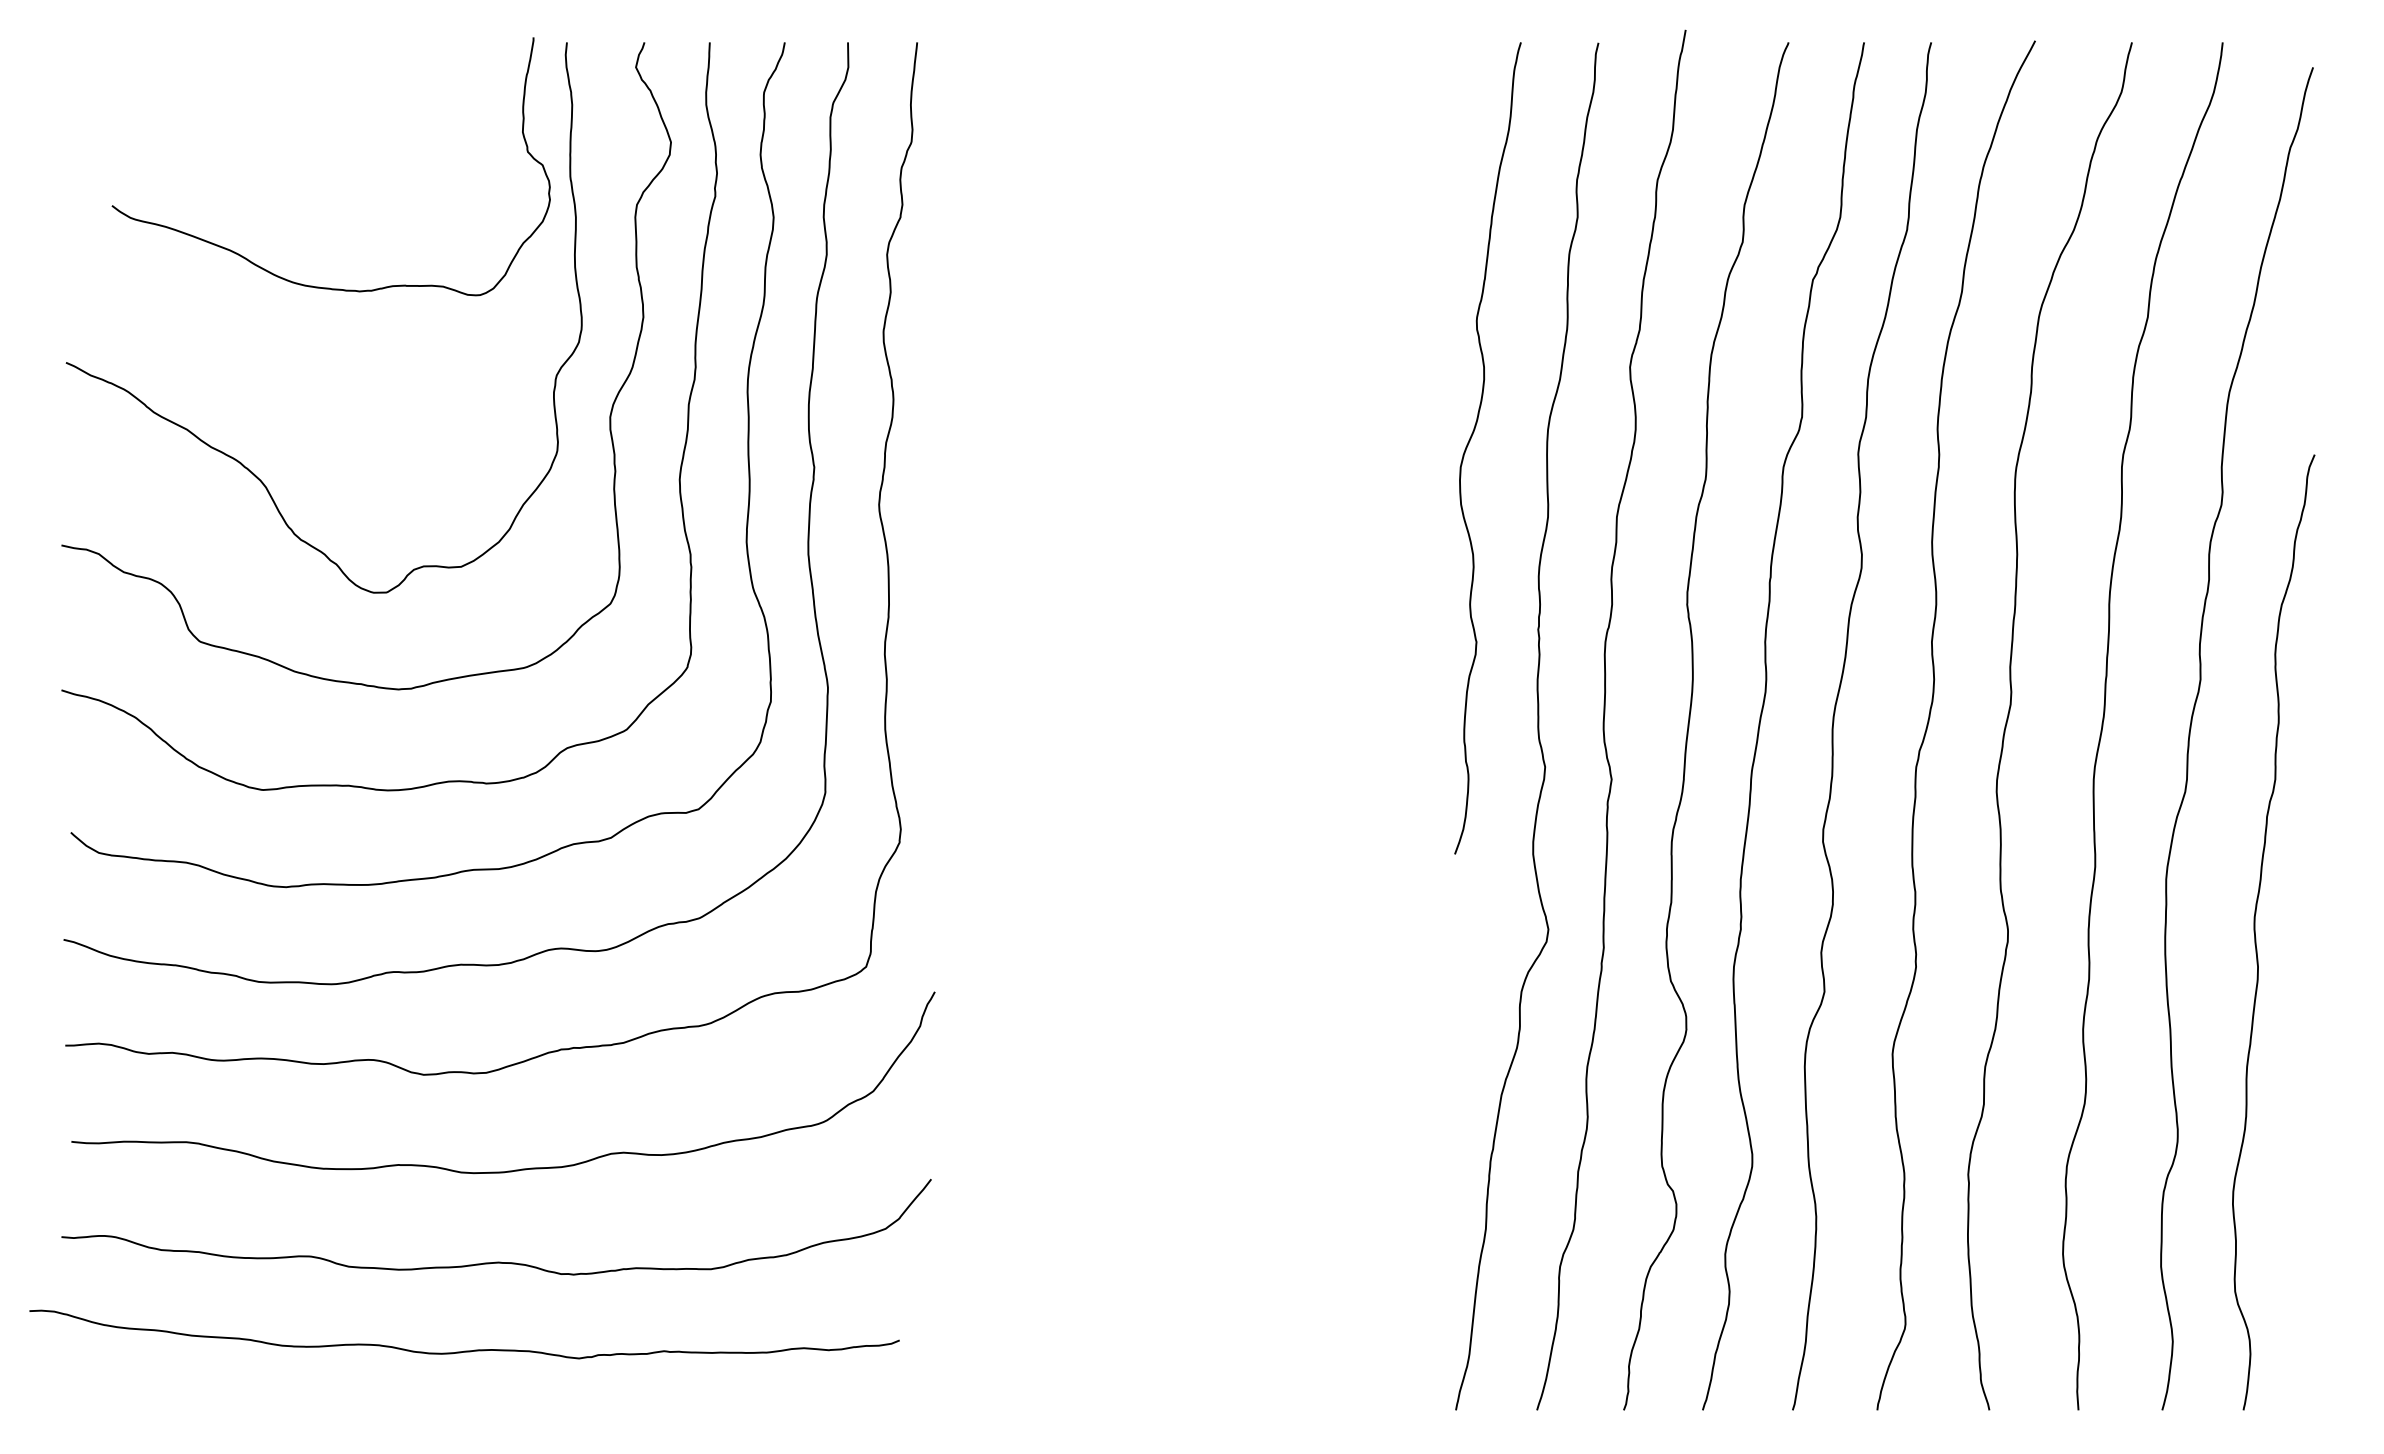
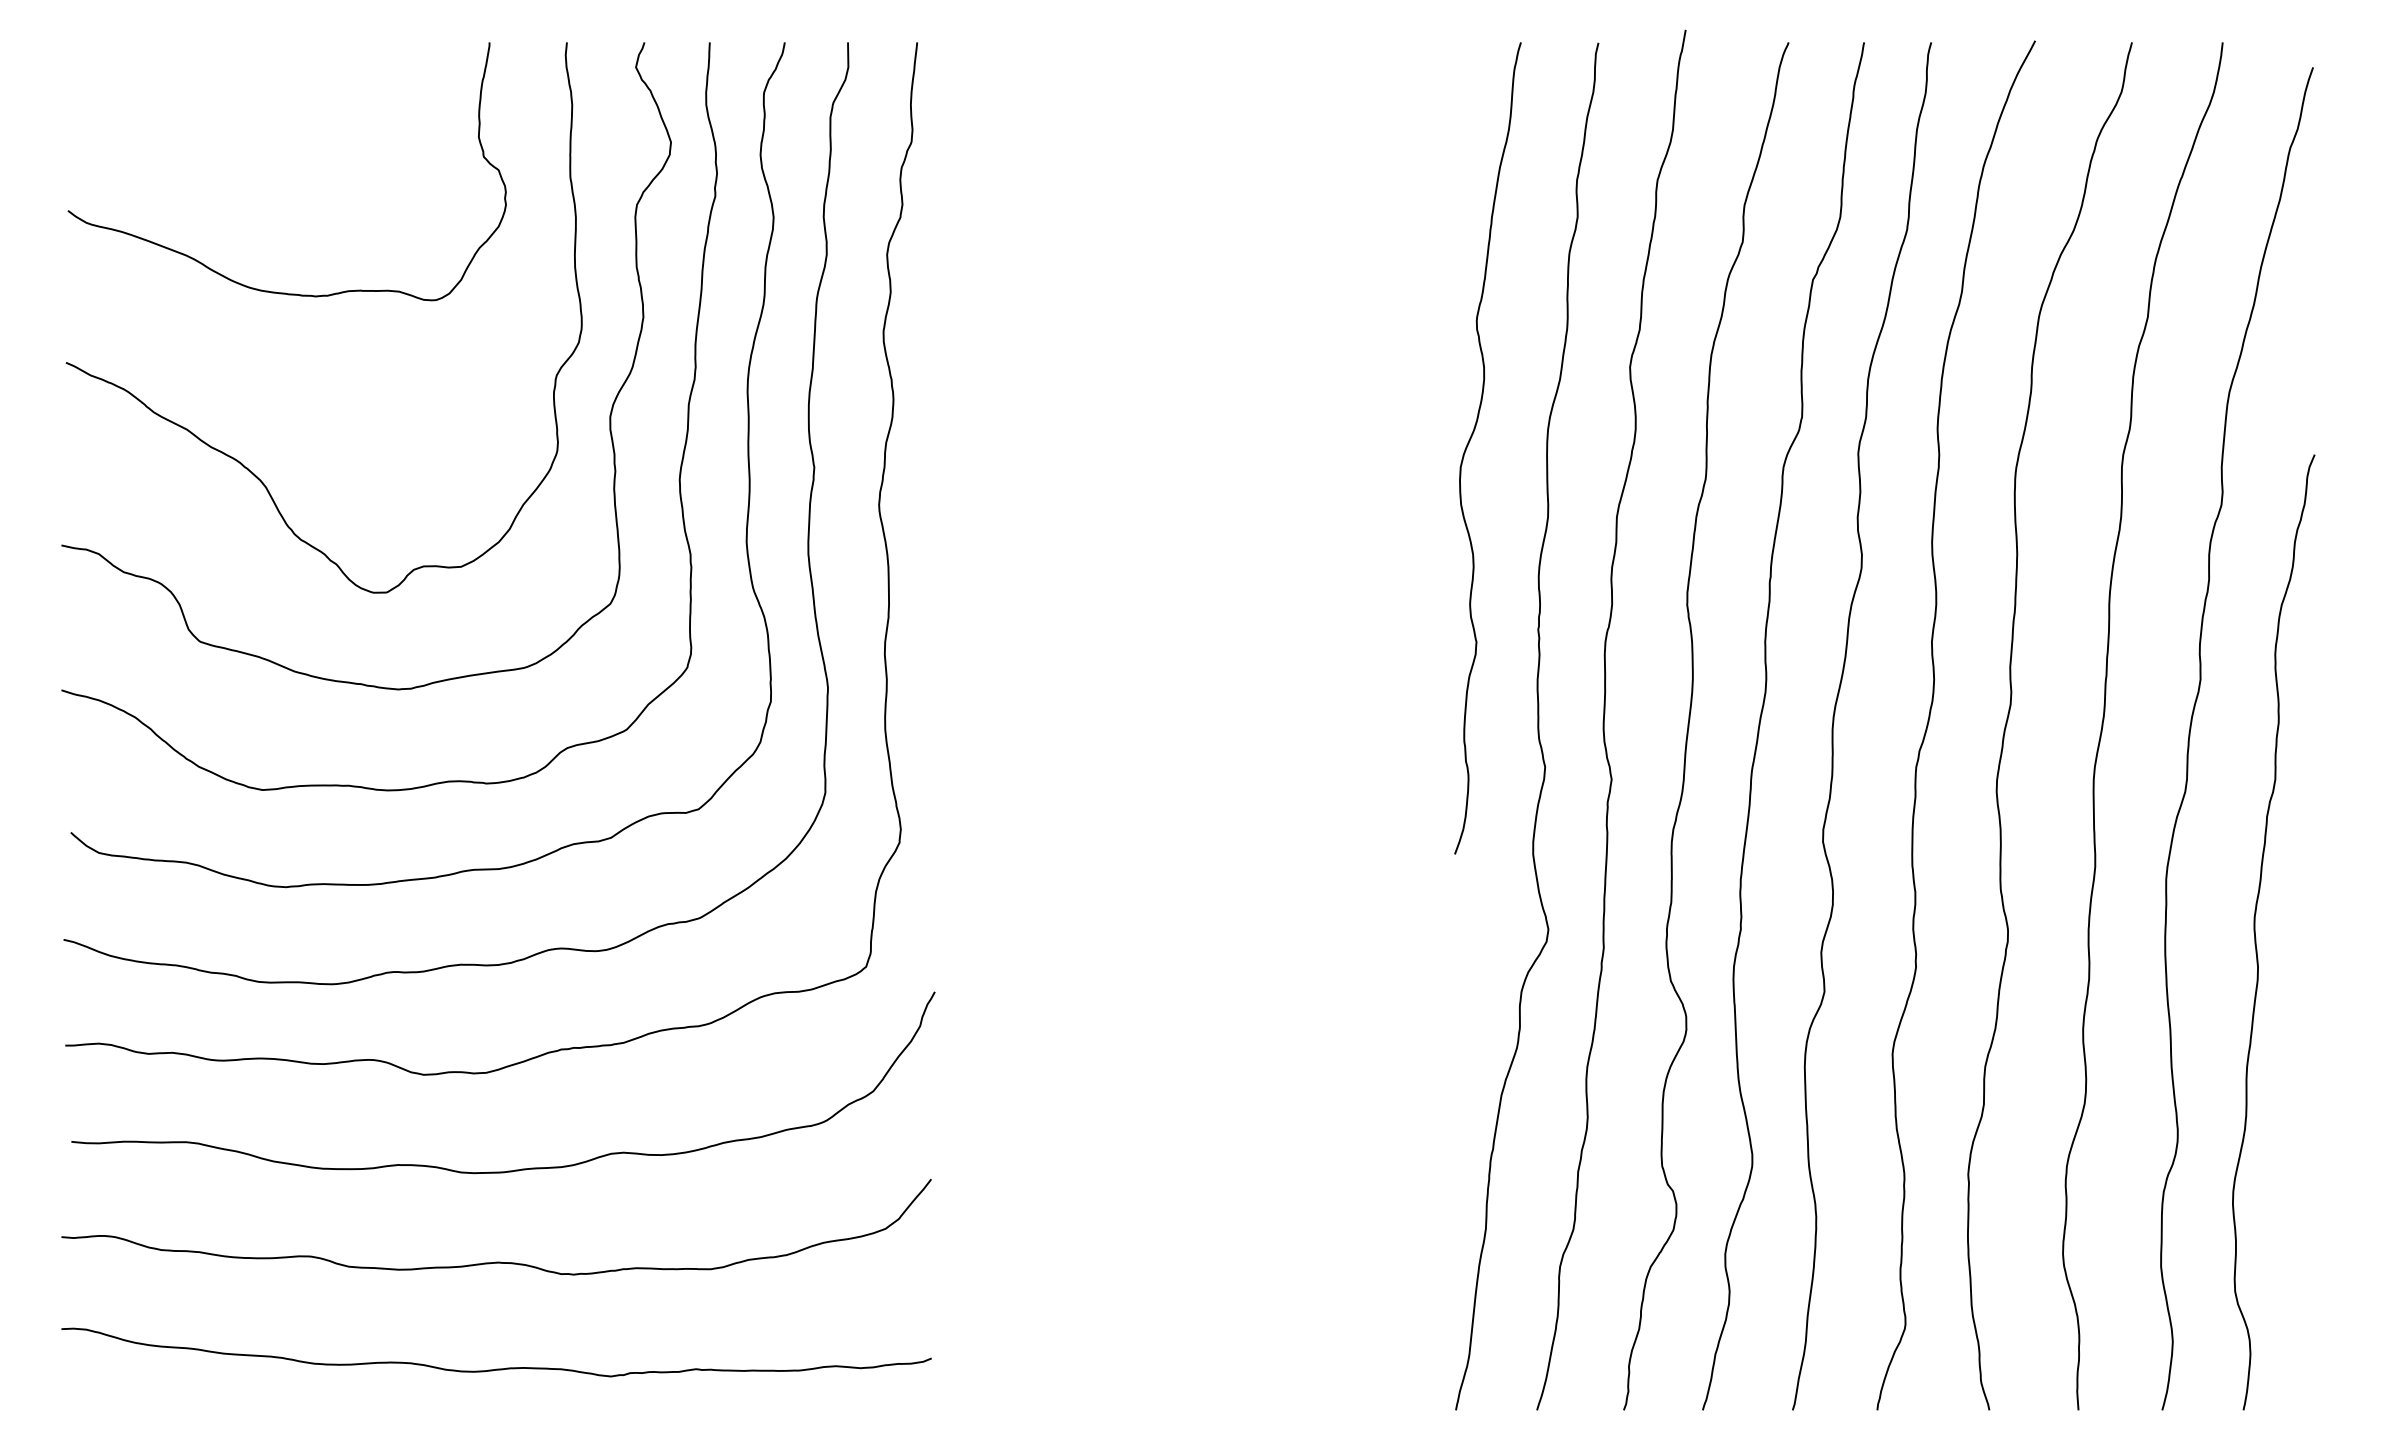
curve at (312, 285) position: (312, 285) -> (268, 290)
curve at (464, 1350) position: (464, 1350) -> (496, 1368)
